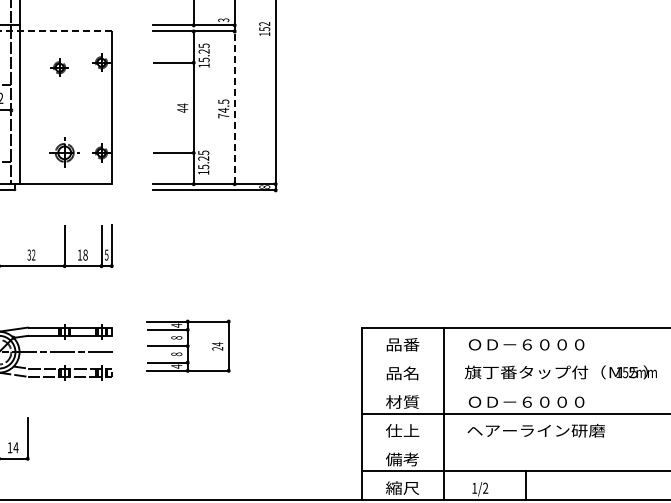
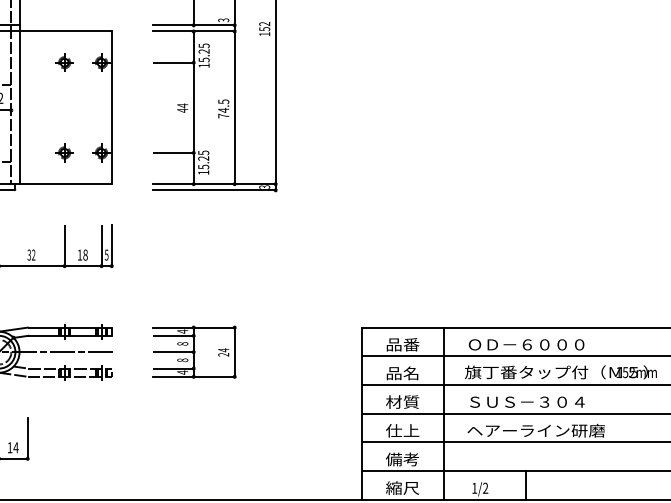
line at (56, 31): dashed -> solid
part at (59, 67) position: (59, 67) -> (64, 62)
line at (234, 107): dashed -> solid
part at (64, 152) size: 31x31 px -> 19x20 px
text at (264, 186): 8 -> 3
part at (188, 345) position: (188, 345) -> (194, 351)
line at (514, 356): none -> present
line at (514, 385): none -> present
text at (526, 401): ＯＤ－６０００ -> ＳＵＳ－３０４
line at (514, 442): none -> present
